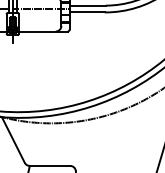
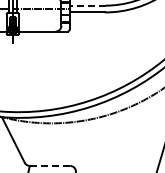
line at (87, 5): solid -> dashed
line at (49, 165): solid -> dashed
